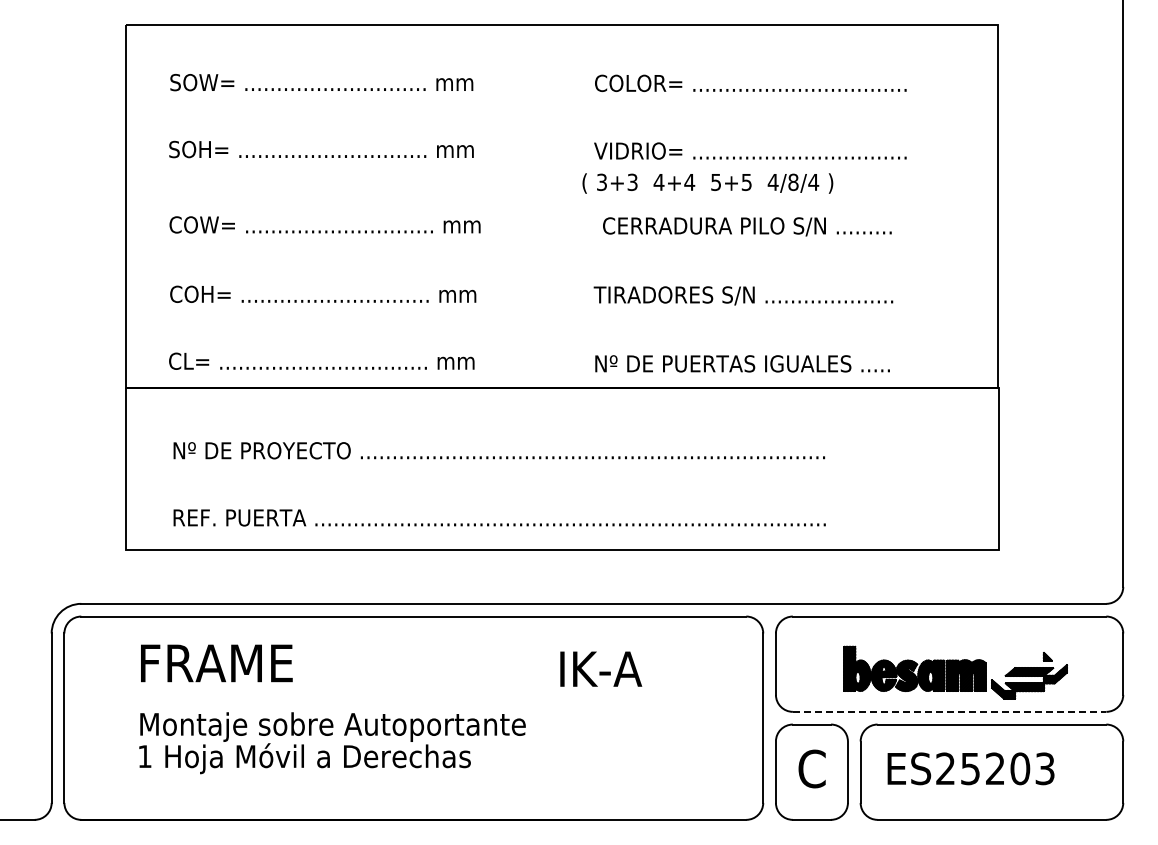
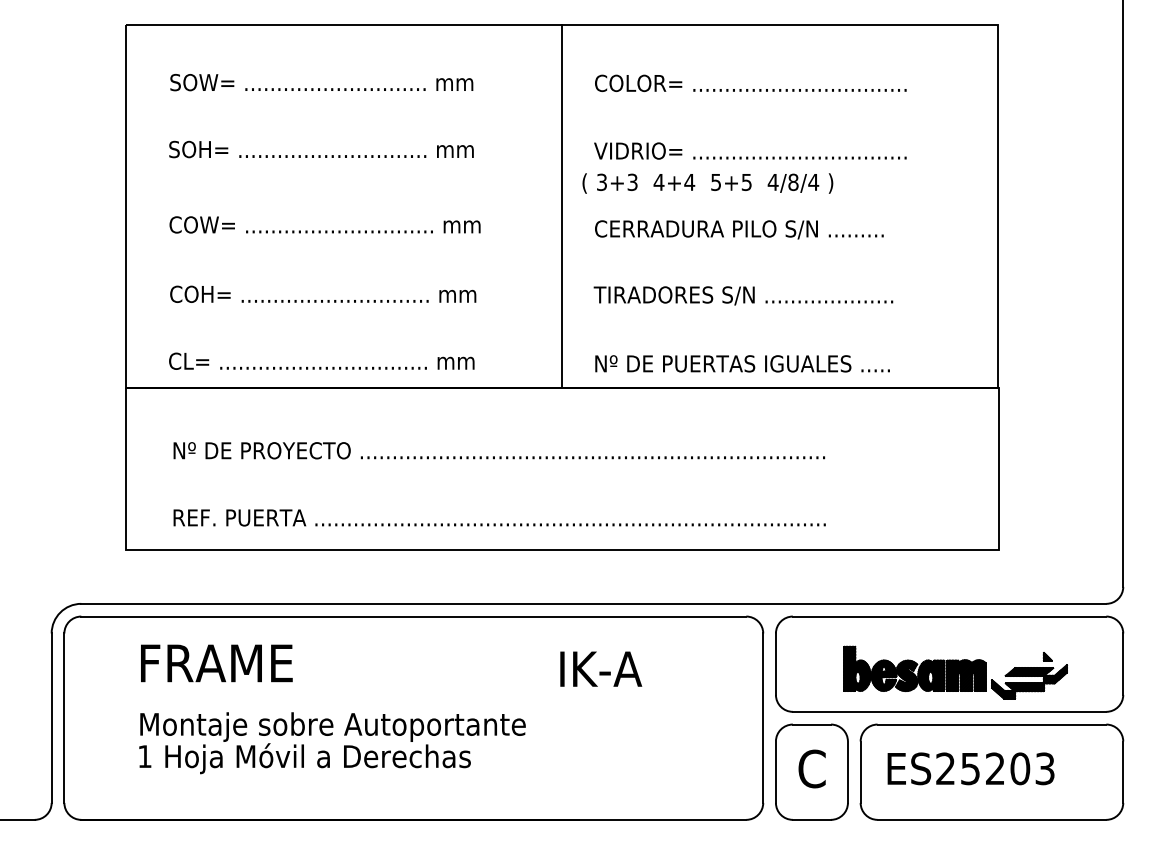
line at (562, 206): none -> present
text at (747, 226) position: (747, 226) -> (739, 229)
line at (949, 711): dashed -> solid
